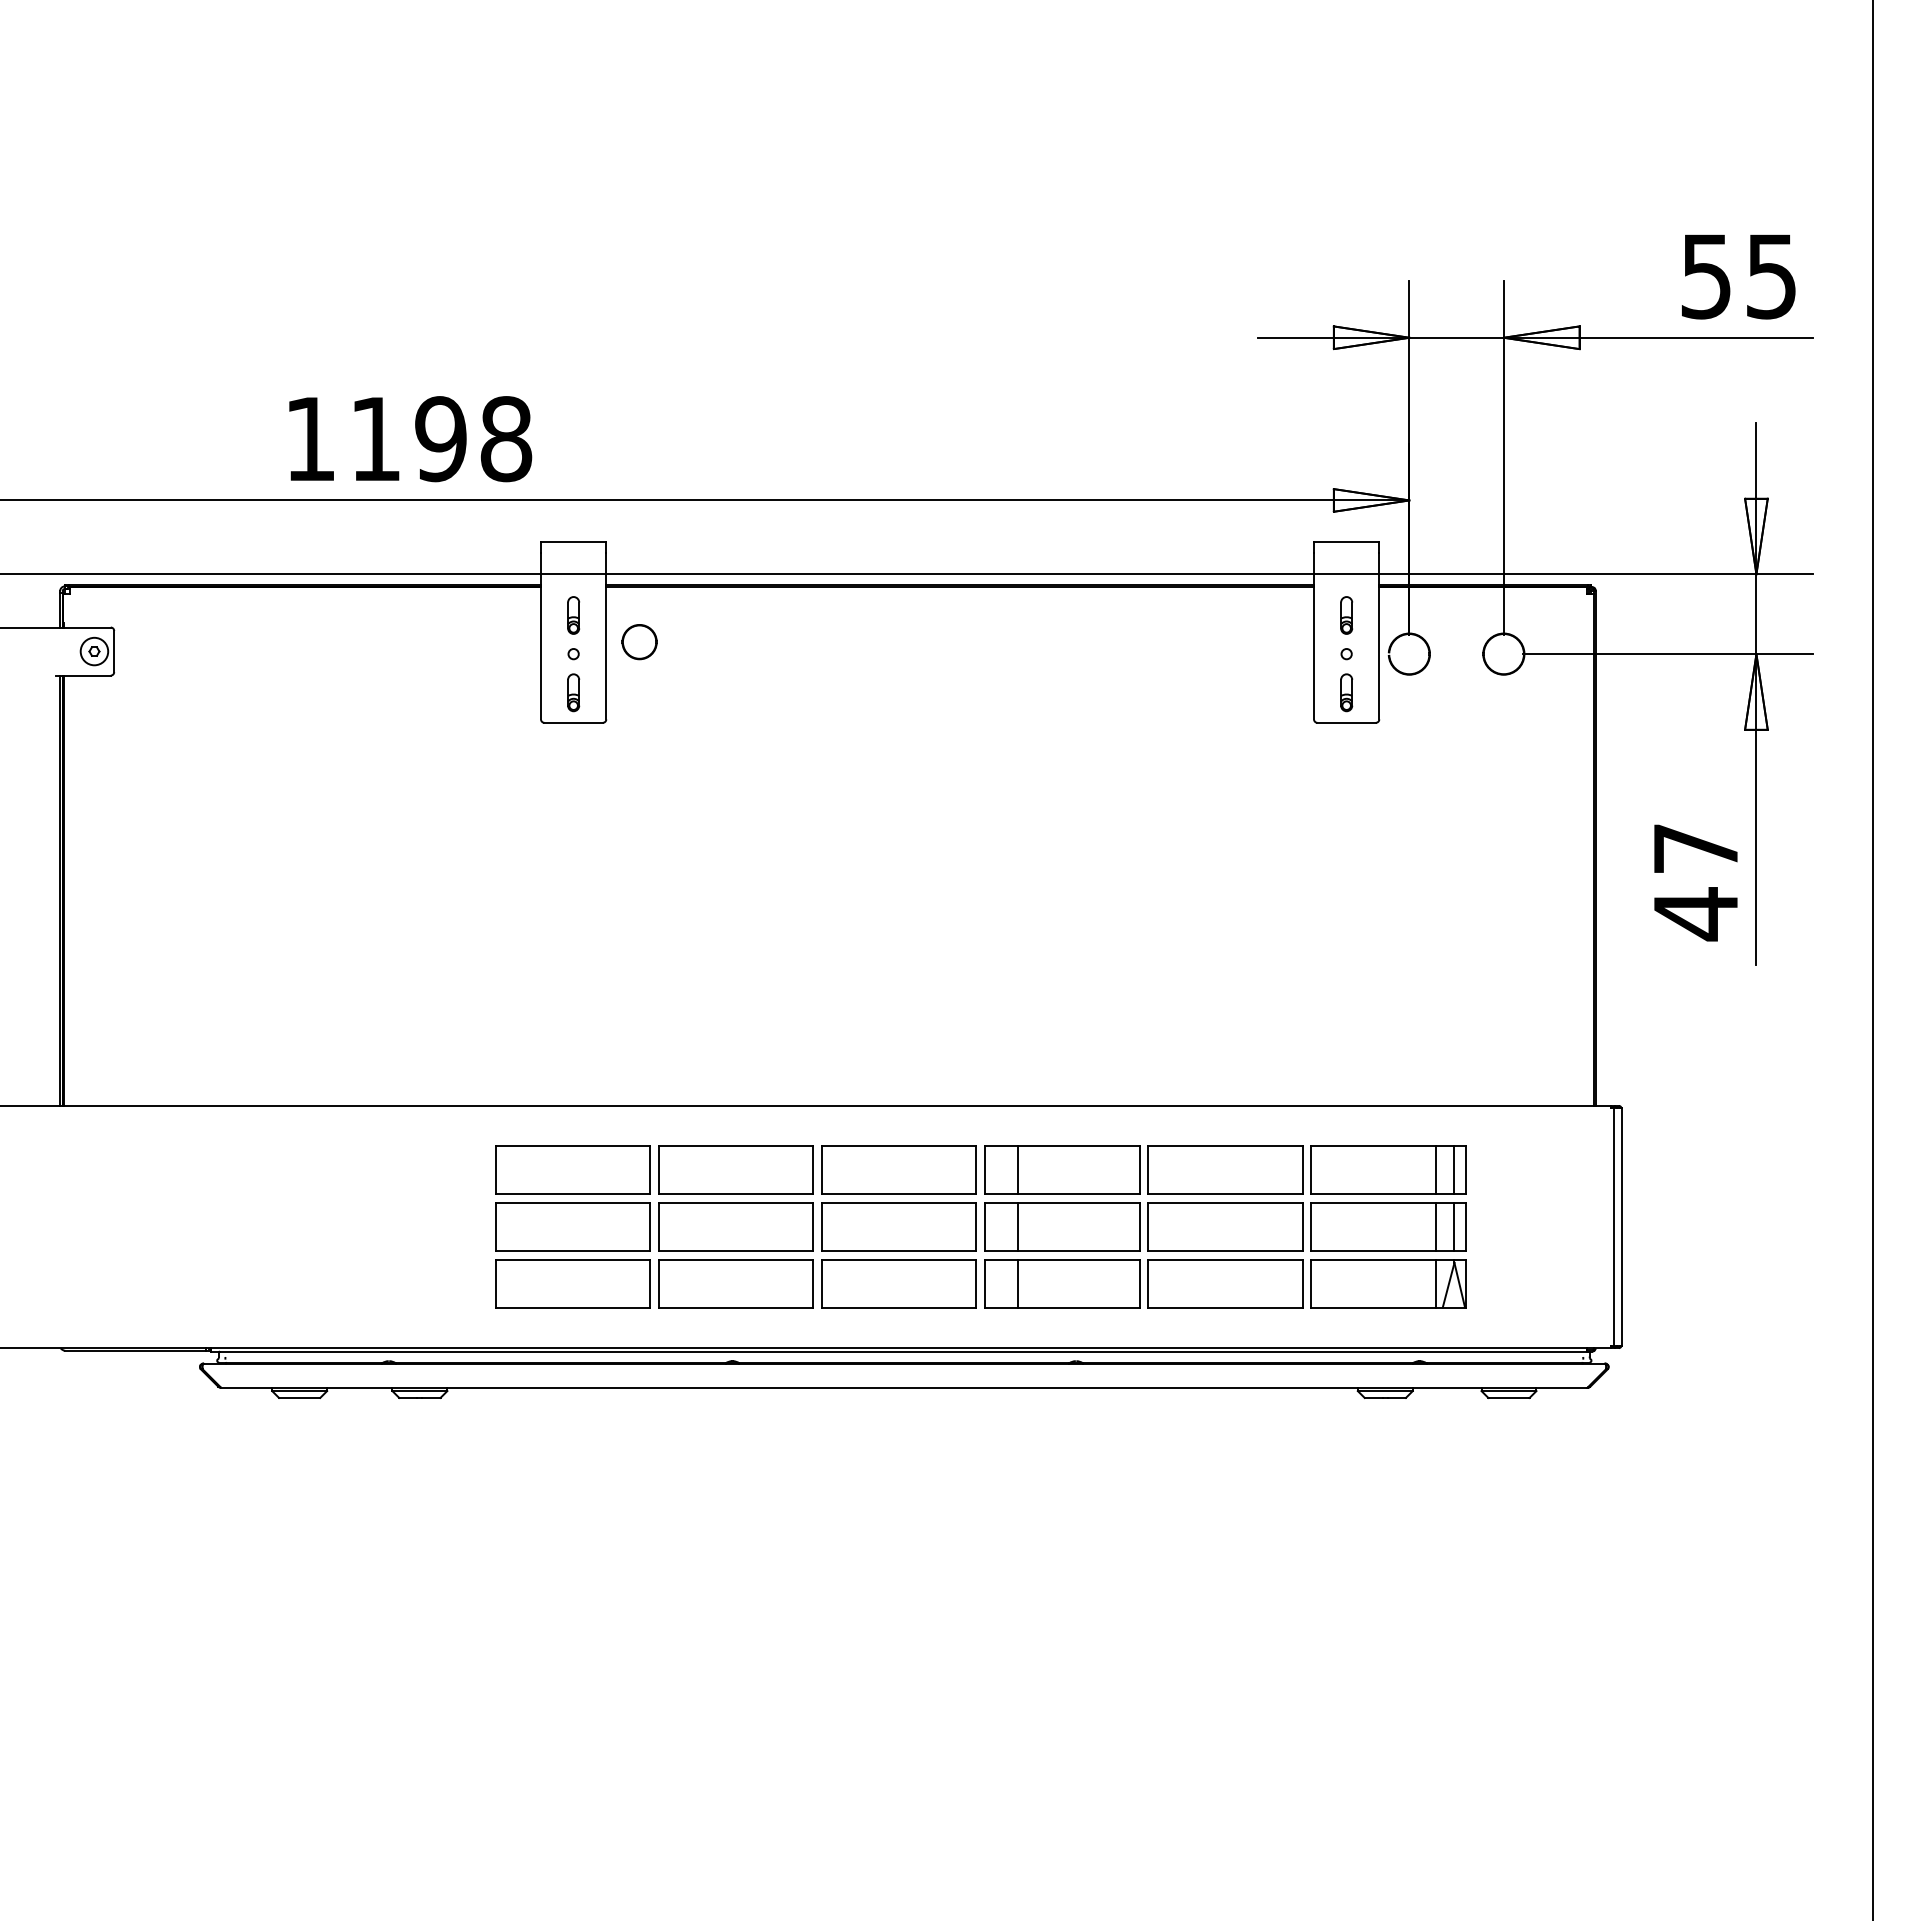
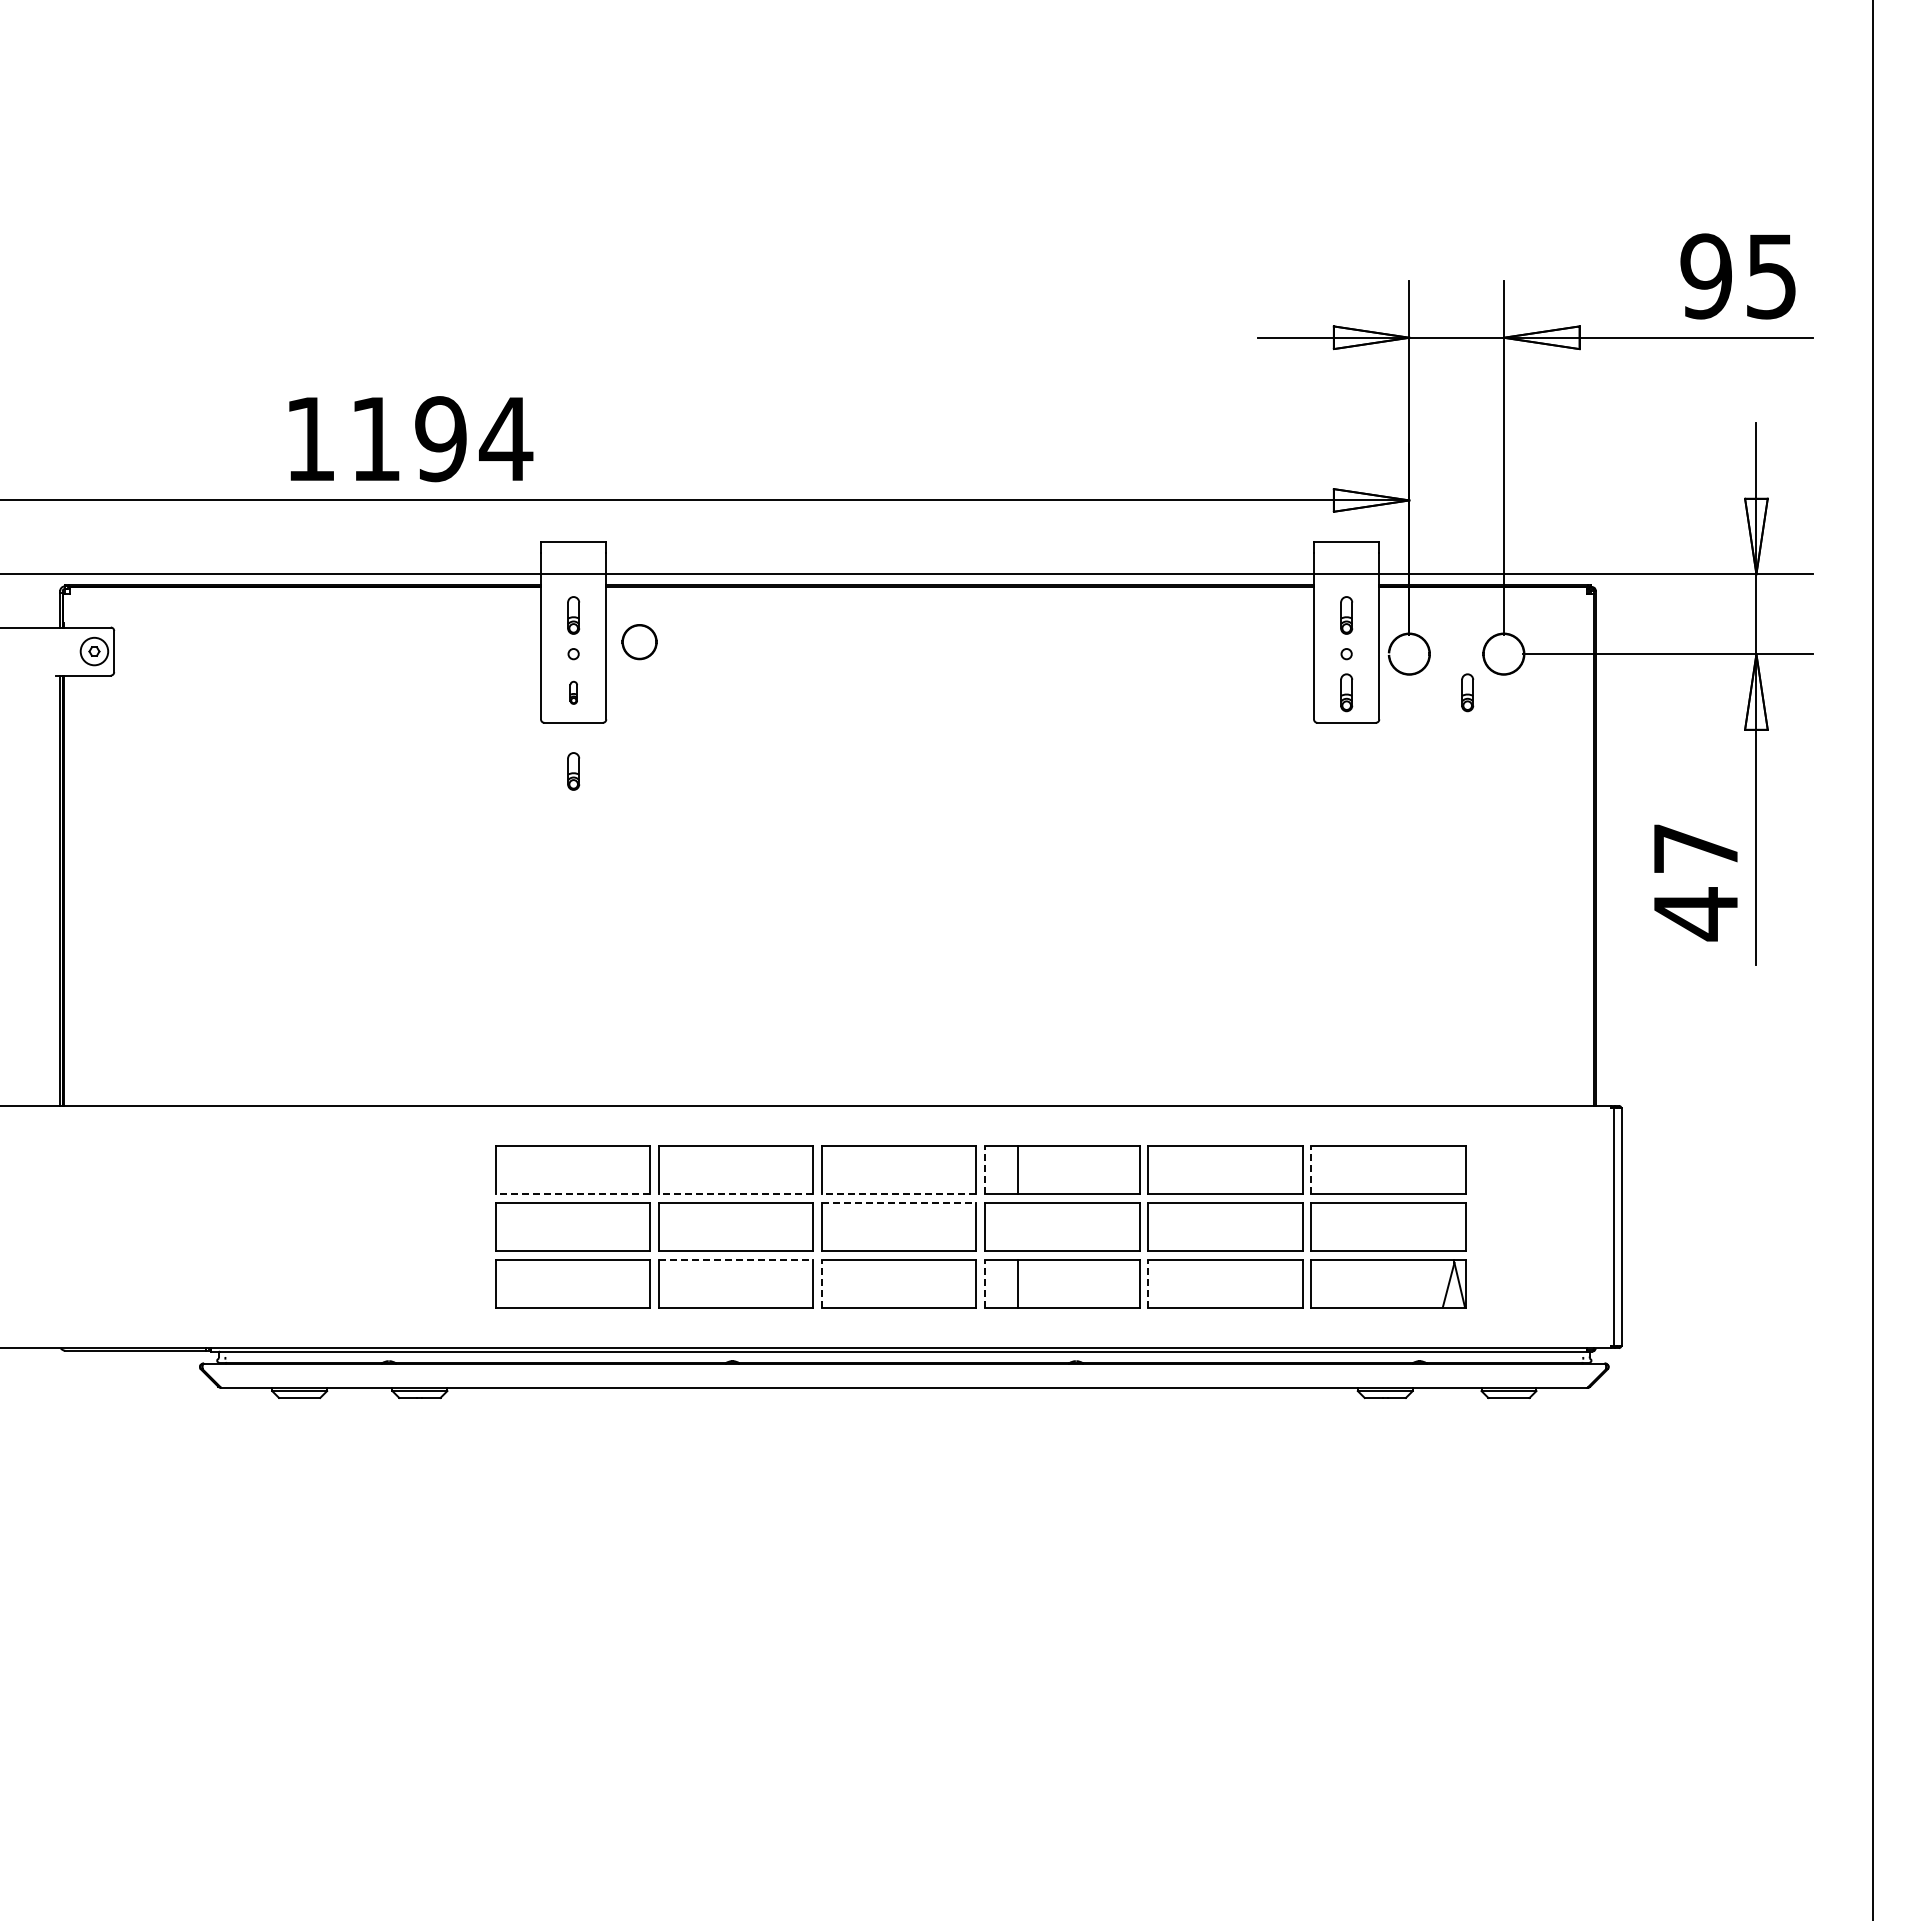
text at (1705, 276): 55 -> 95
text at (506, 439): 1198 -> 1194
part at (573, 692) size: 14x40 px -> 9x25 px
part at (1467, 692): none -> present
part at (573, 771): none -> present
line at (985, 1169): solid -> dashed
line at (1311, 1169): solid -> dashed
line at (1436, 1170): present -> none
line at (1454, 1170): present -> none
line at (572, 1194): solid -> dashed
line at (735, 1194): solid -> dashed
line at (898, 1194): solid -> dashed
line at (899, 1202): solid -> dashed
line at (1018, 1226): present -> none
line at (1436, 1226): present -> none
line at (1454, 1226): present -> none
line at (736, 1259): solid -> dashed
line at (821, 1283): solid -> dashed
line at (985, 1283): solid -> dashed
line at (1148, 1283): solid -> dashed
line at (1436, 1283): present -> none
